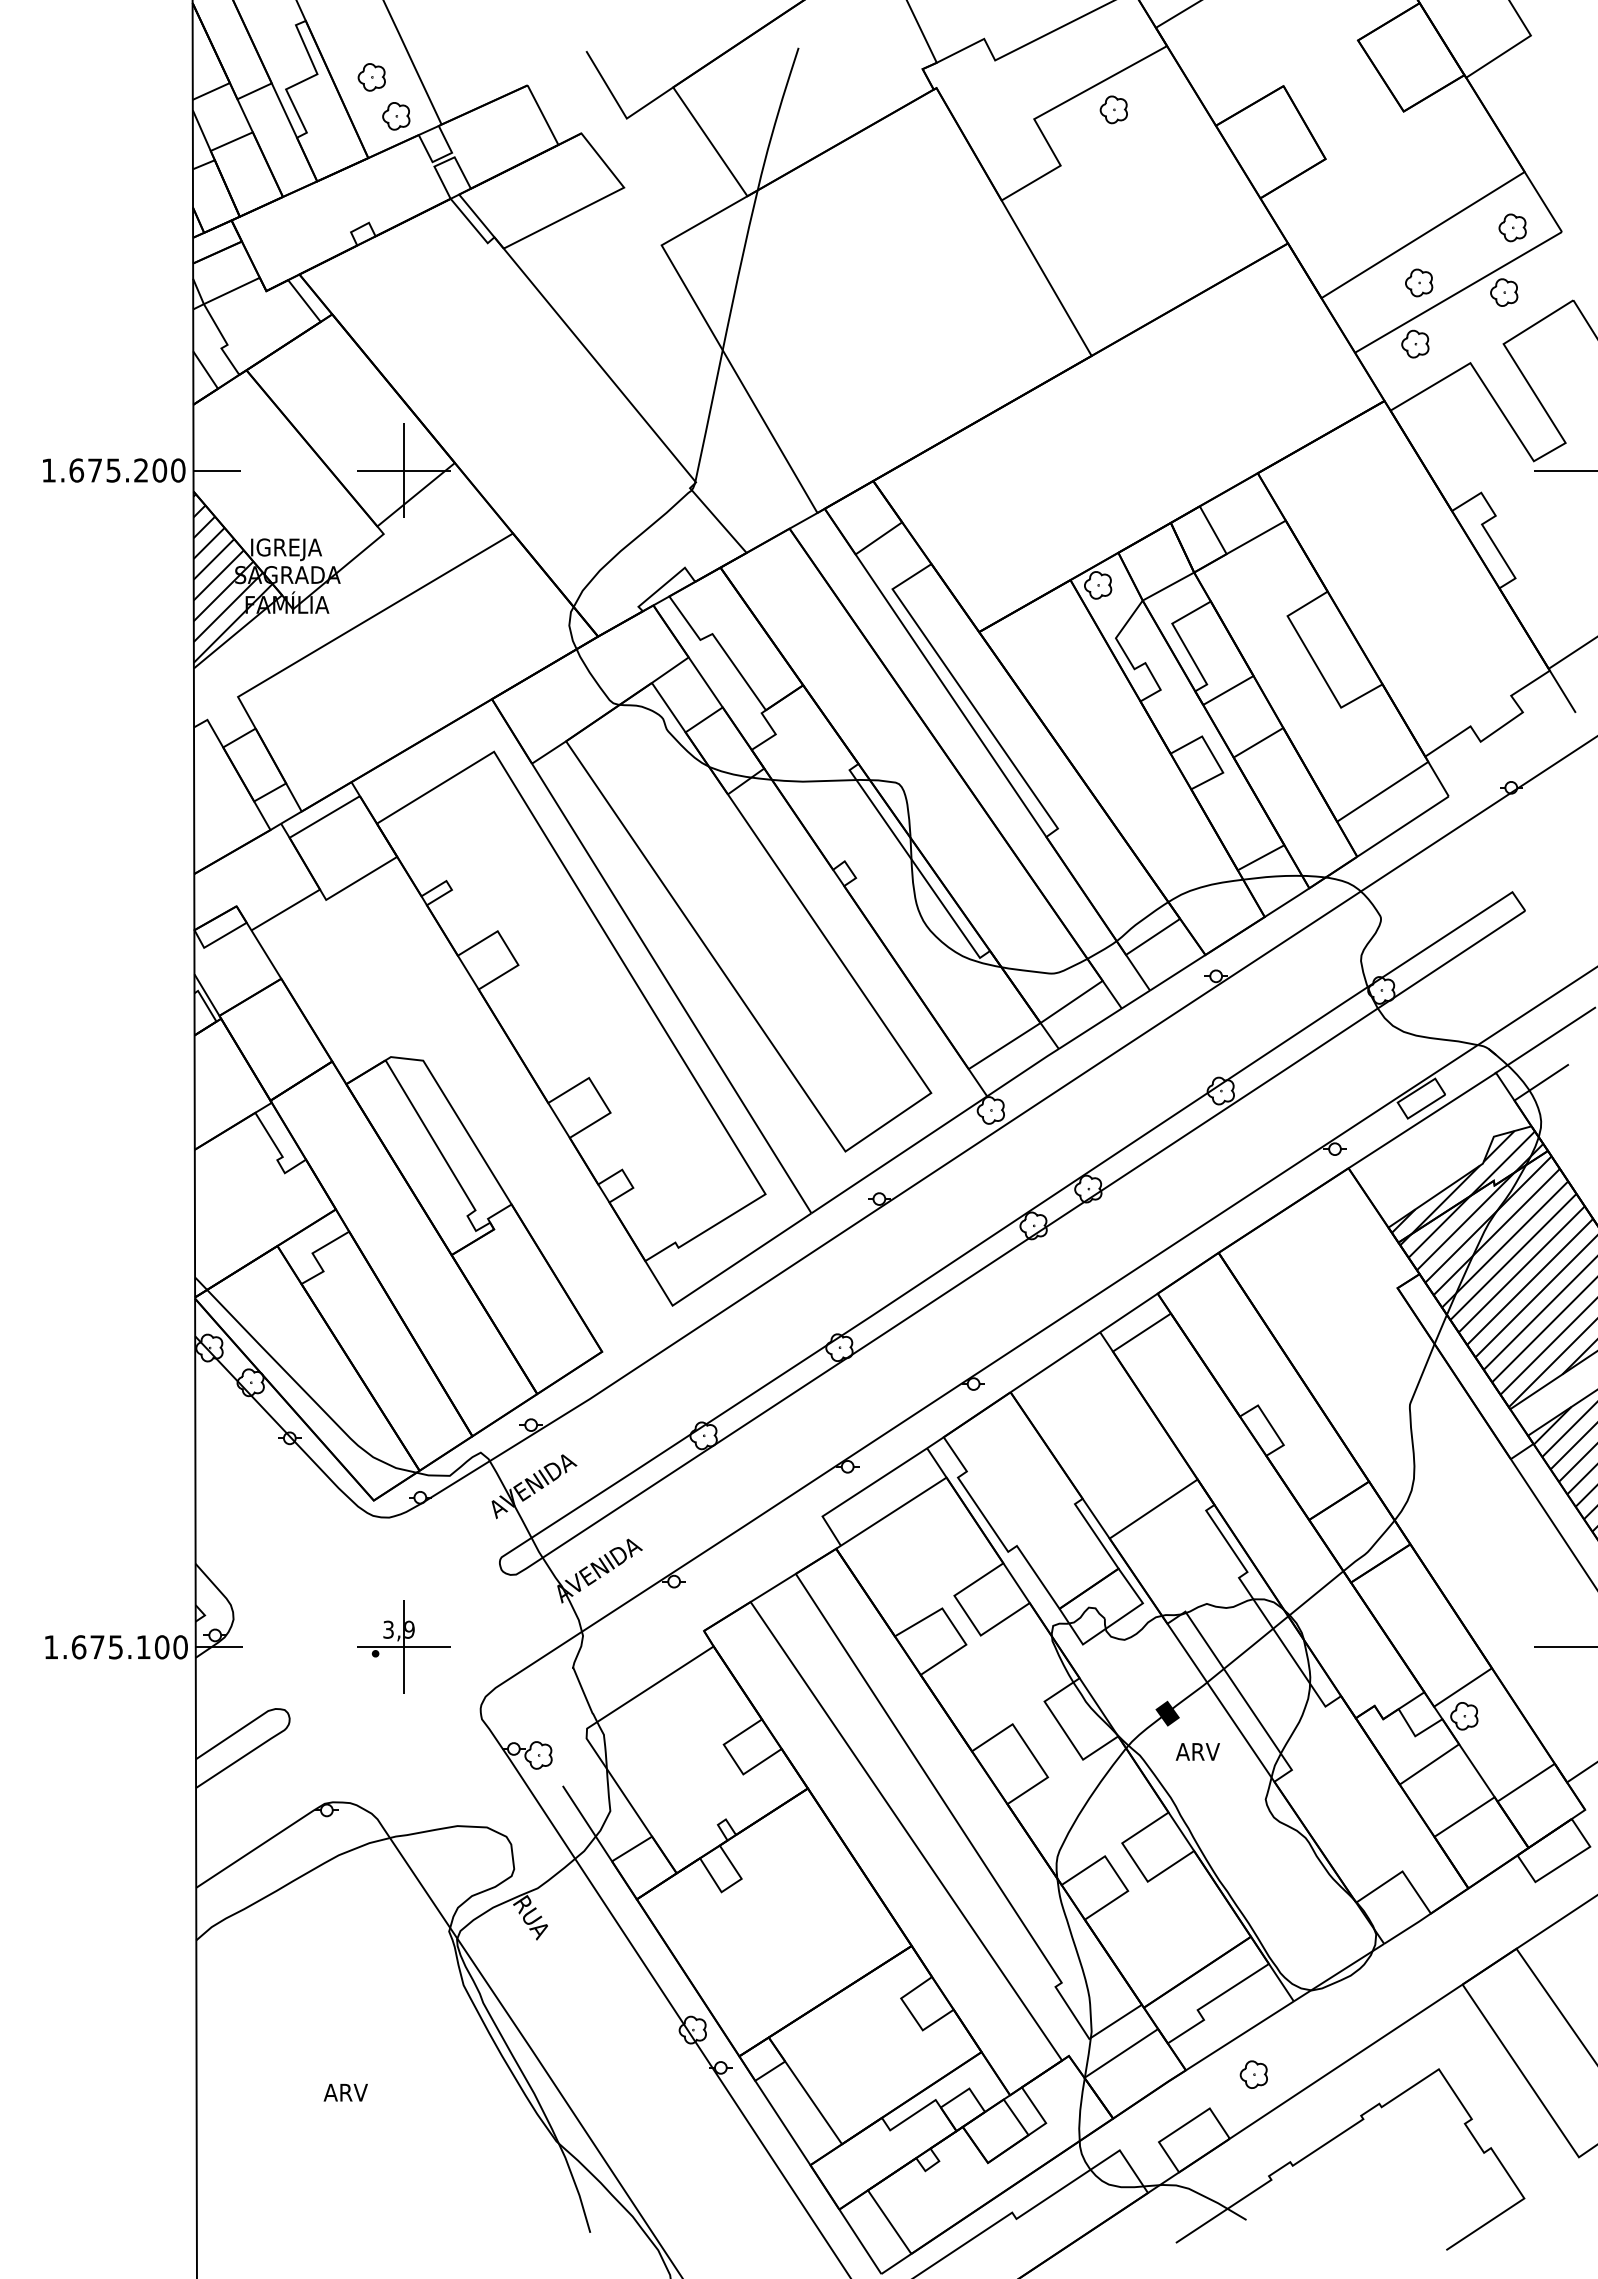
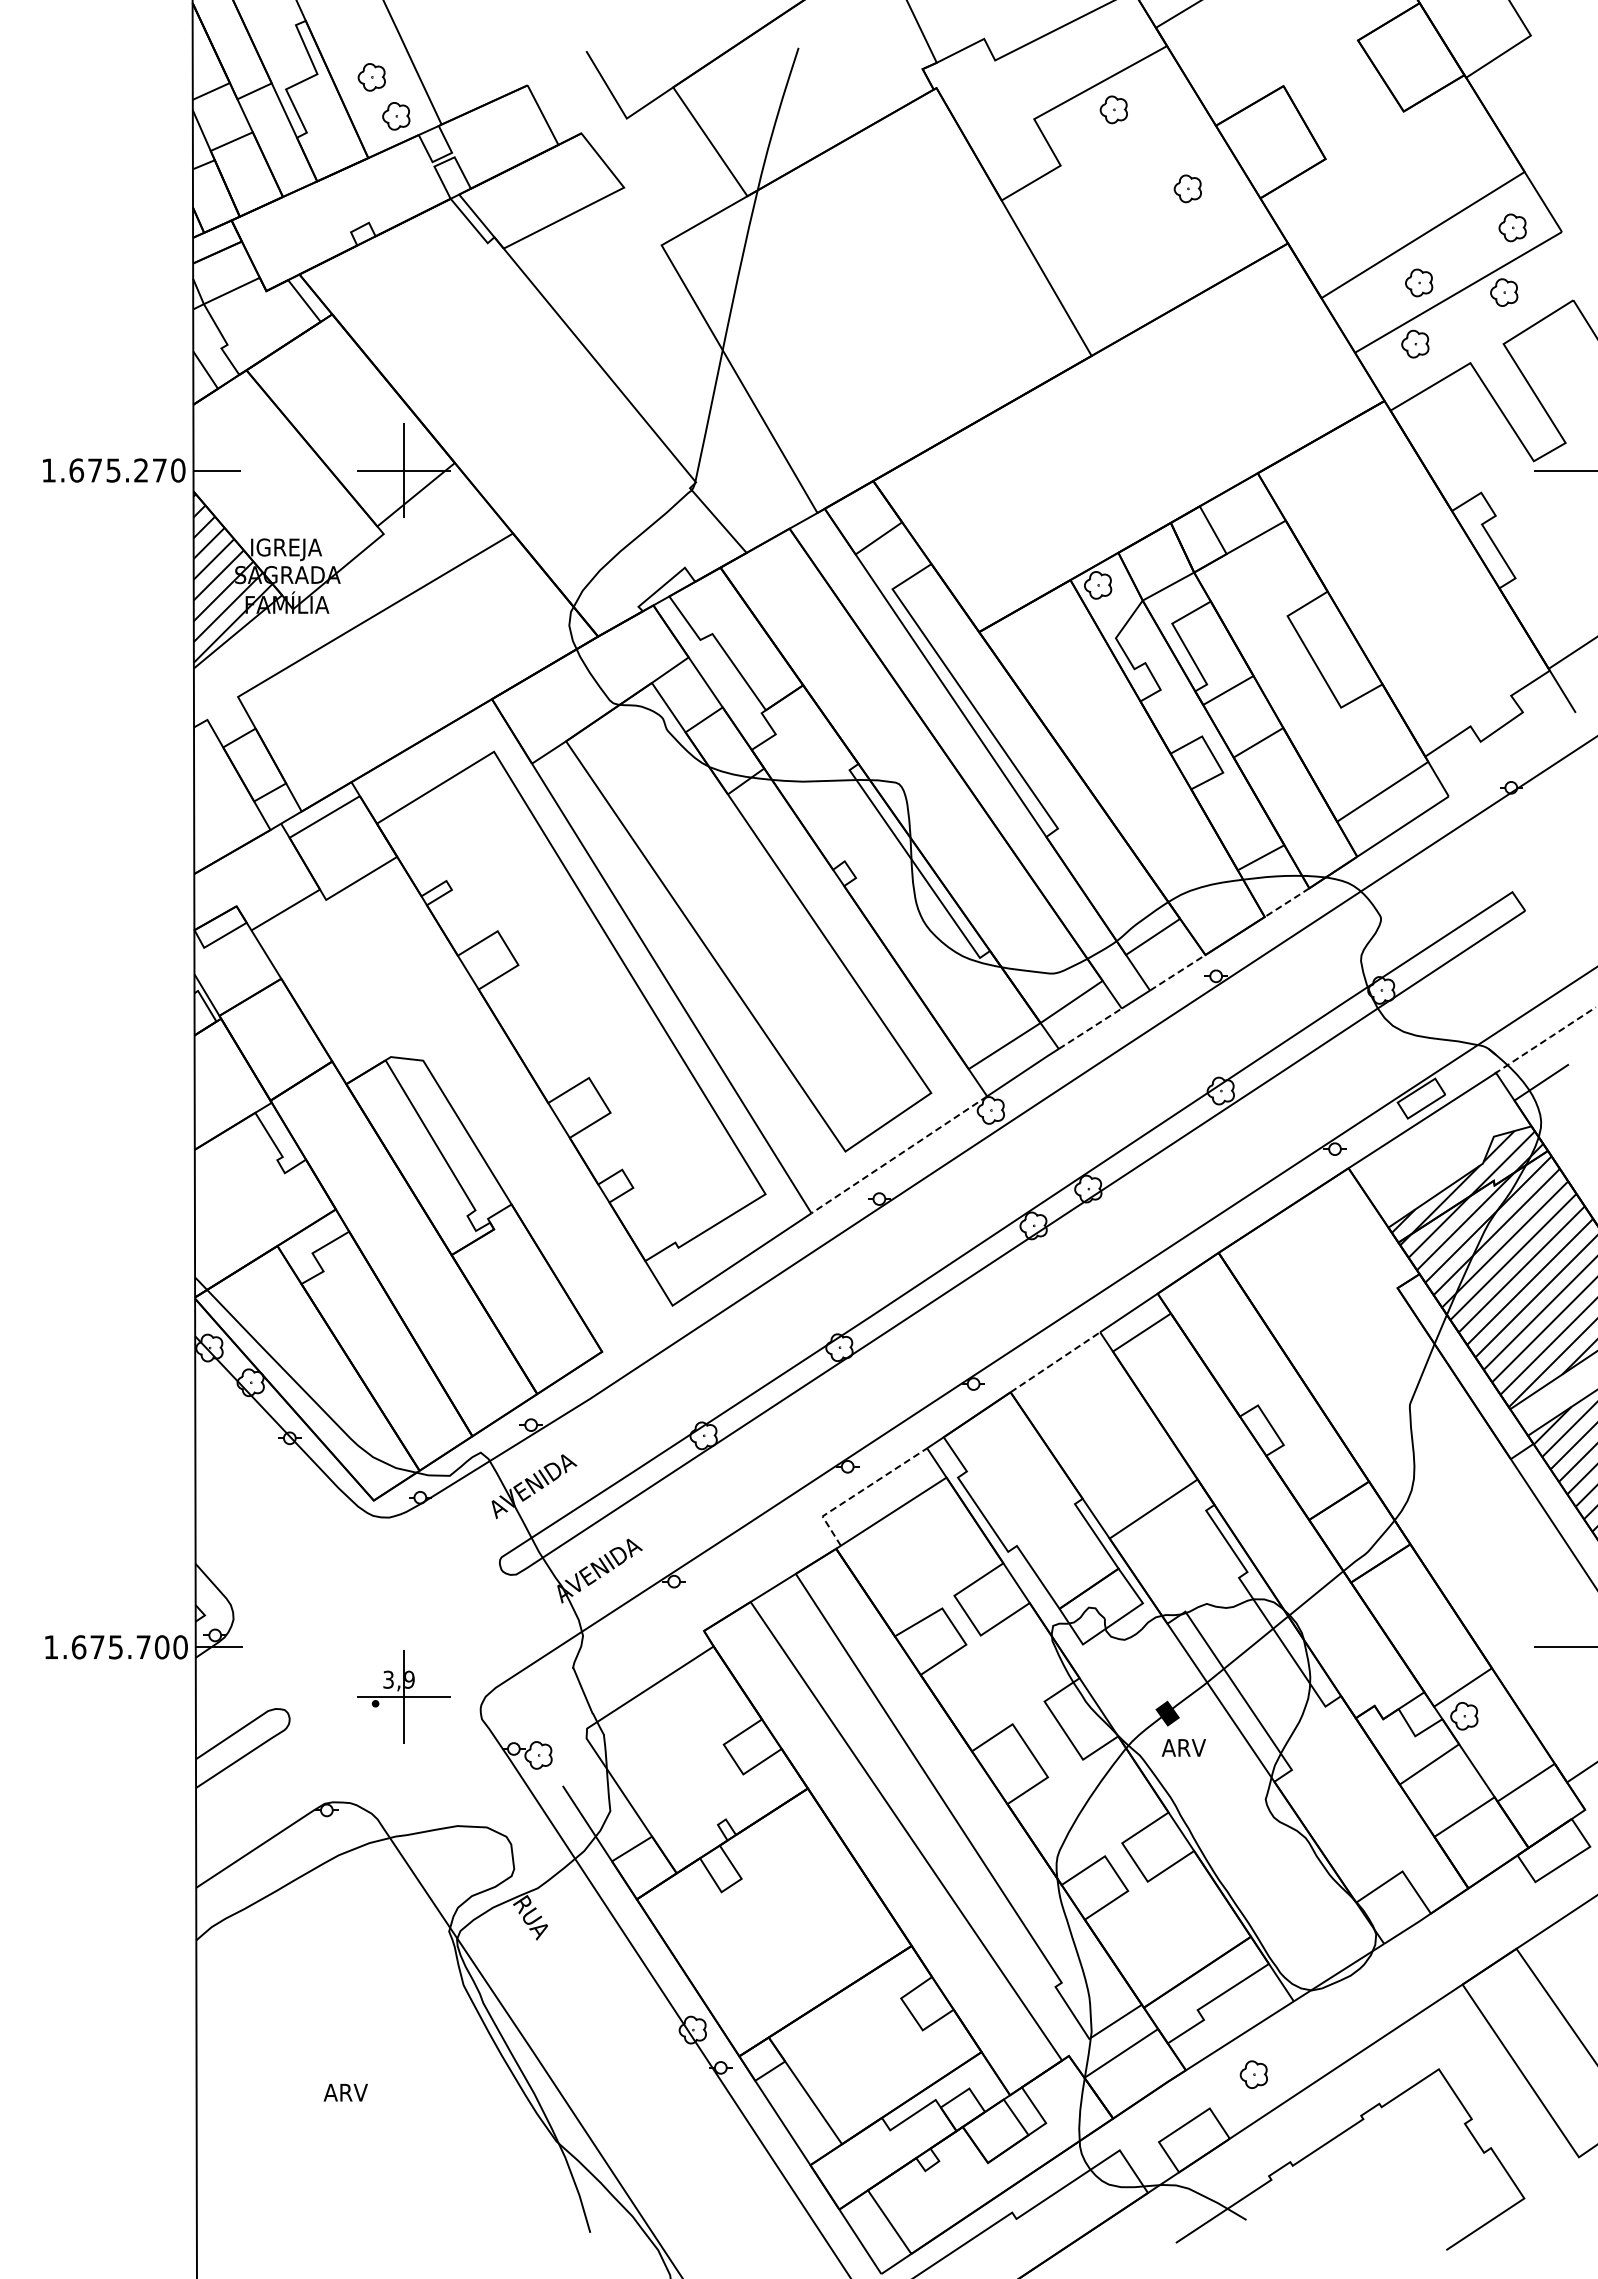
part at (1187, 188): none -> present
text at (159, 470): 1.675.200 -> 1.675.270
line at (1287, 902): solid -> dashed
line at (1177, 972): solid -> dashed
line at (1090, 1028): solid -> dashed
line at (1544, 1040): solid -> dashed
line at (899, 1154): solid -> dashed
line at (1055, 1362): solid -> dashed
line at (860, 1491): solid -> dashed
text at (143, 1646): 1.675.100 -> 1.675.700
part at (403, 1646) position: (403, 1646) -> (403, 1696)
text at (1197, 1751) position: (1197, 1751) -> (1183, 1747)
